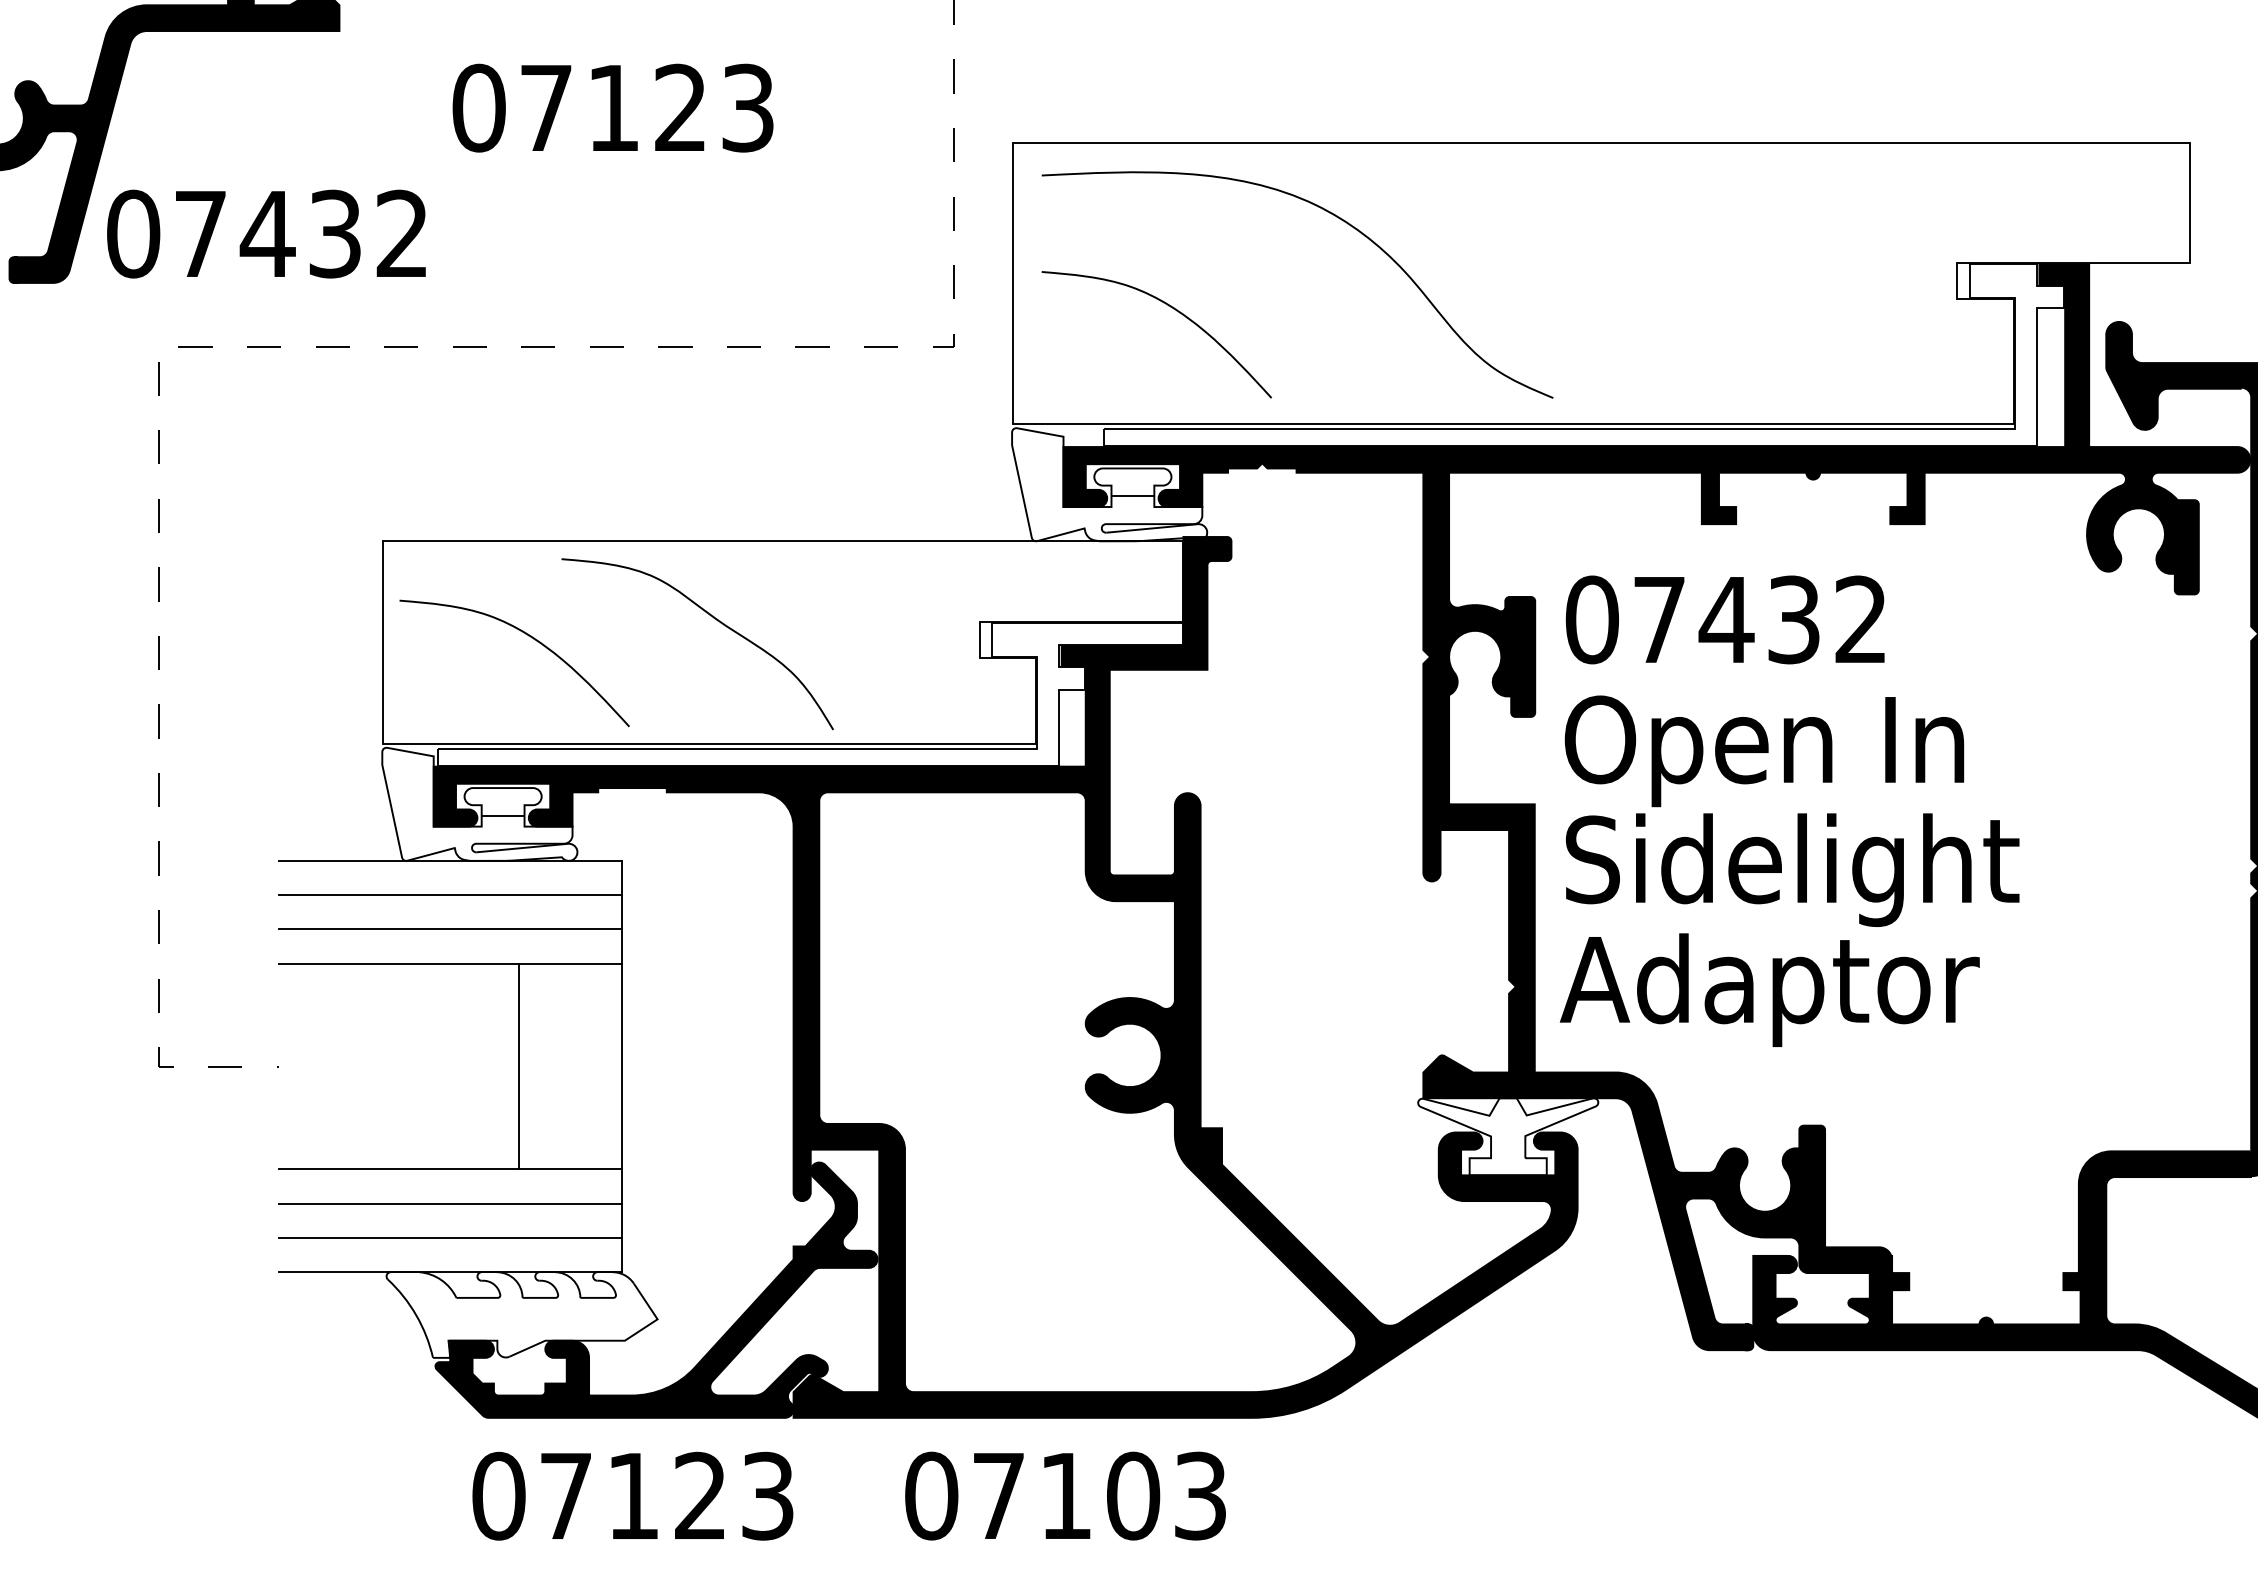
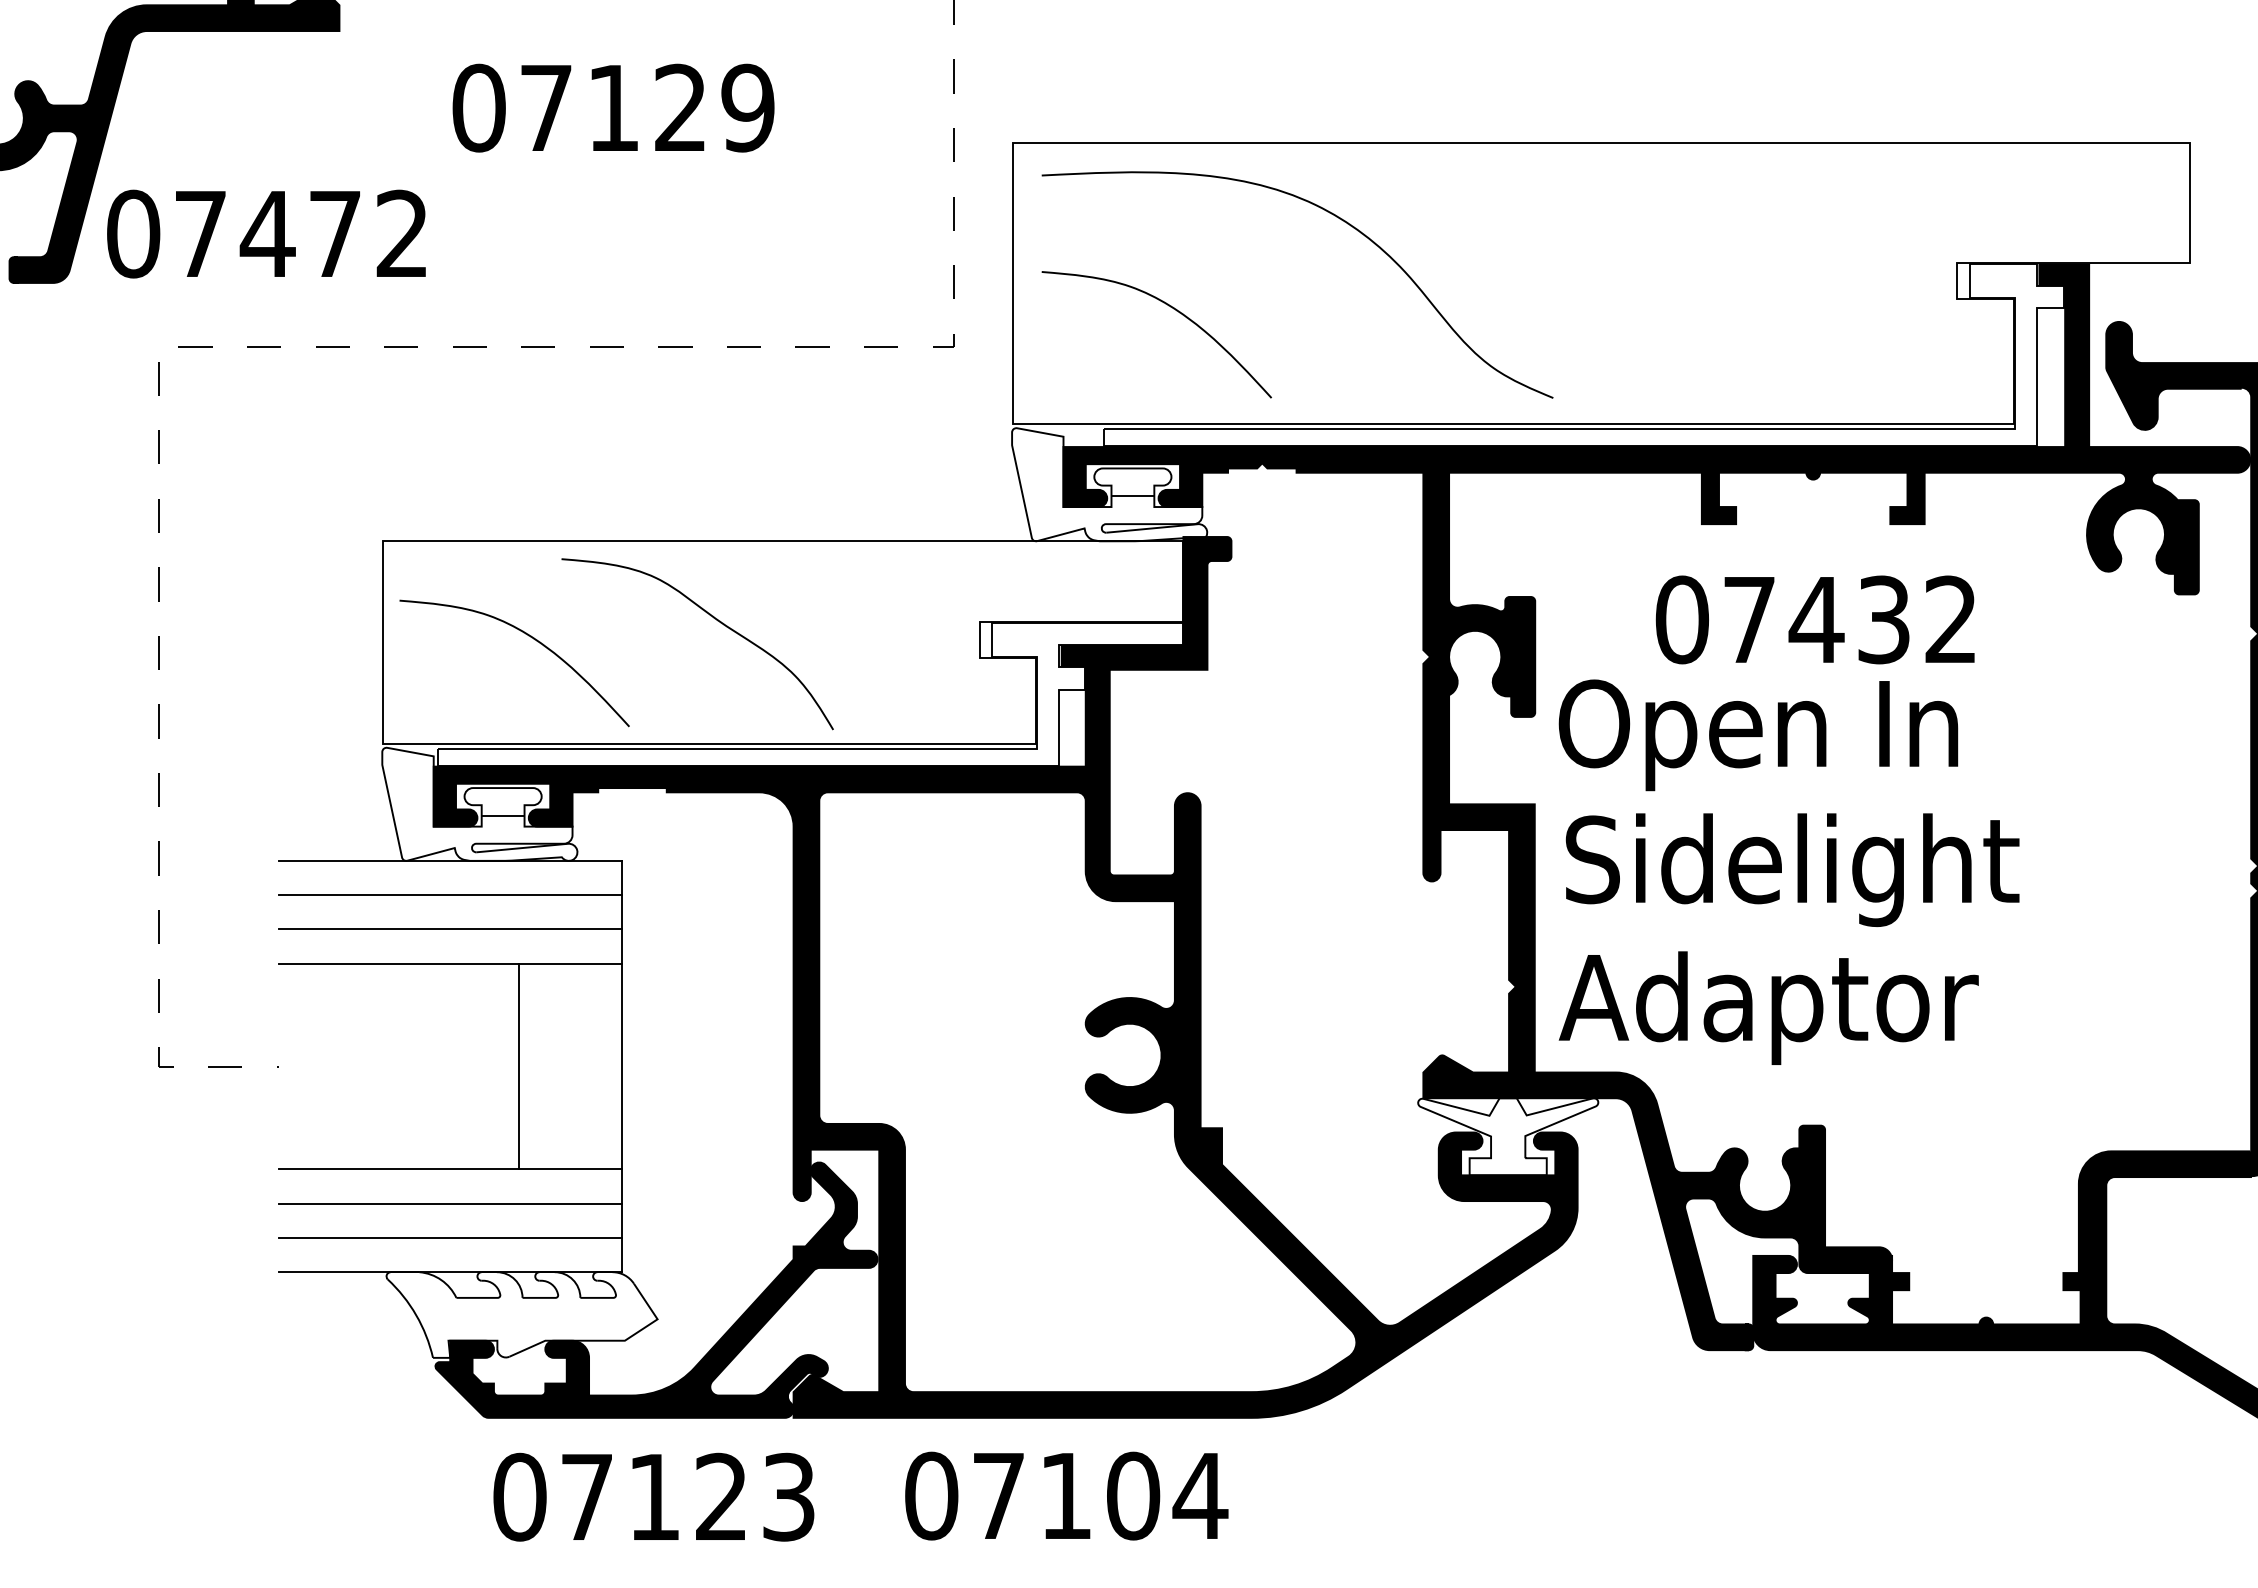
text at (747, 107): 07123 -> 07129
text at (334, 233): 07432 -> 07472
text at (1724, 619) position: (1724, 619) -> (1814, 619)
text at (1764, 751) position: (1764, 751) -> (1758, 735)
text at (1769, 989) position: (1769, 989) -> (1768, 1007)
text at (632, 1495) position: (632, 1495) -> (653, 1496)
text at (1200, 1495): 07103 -> 07104
